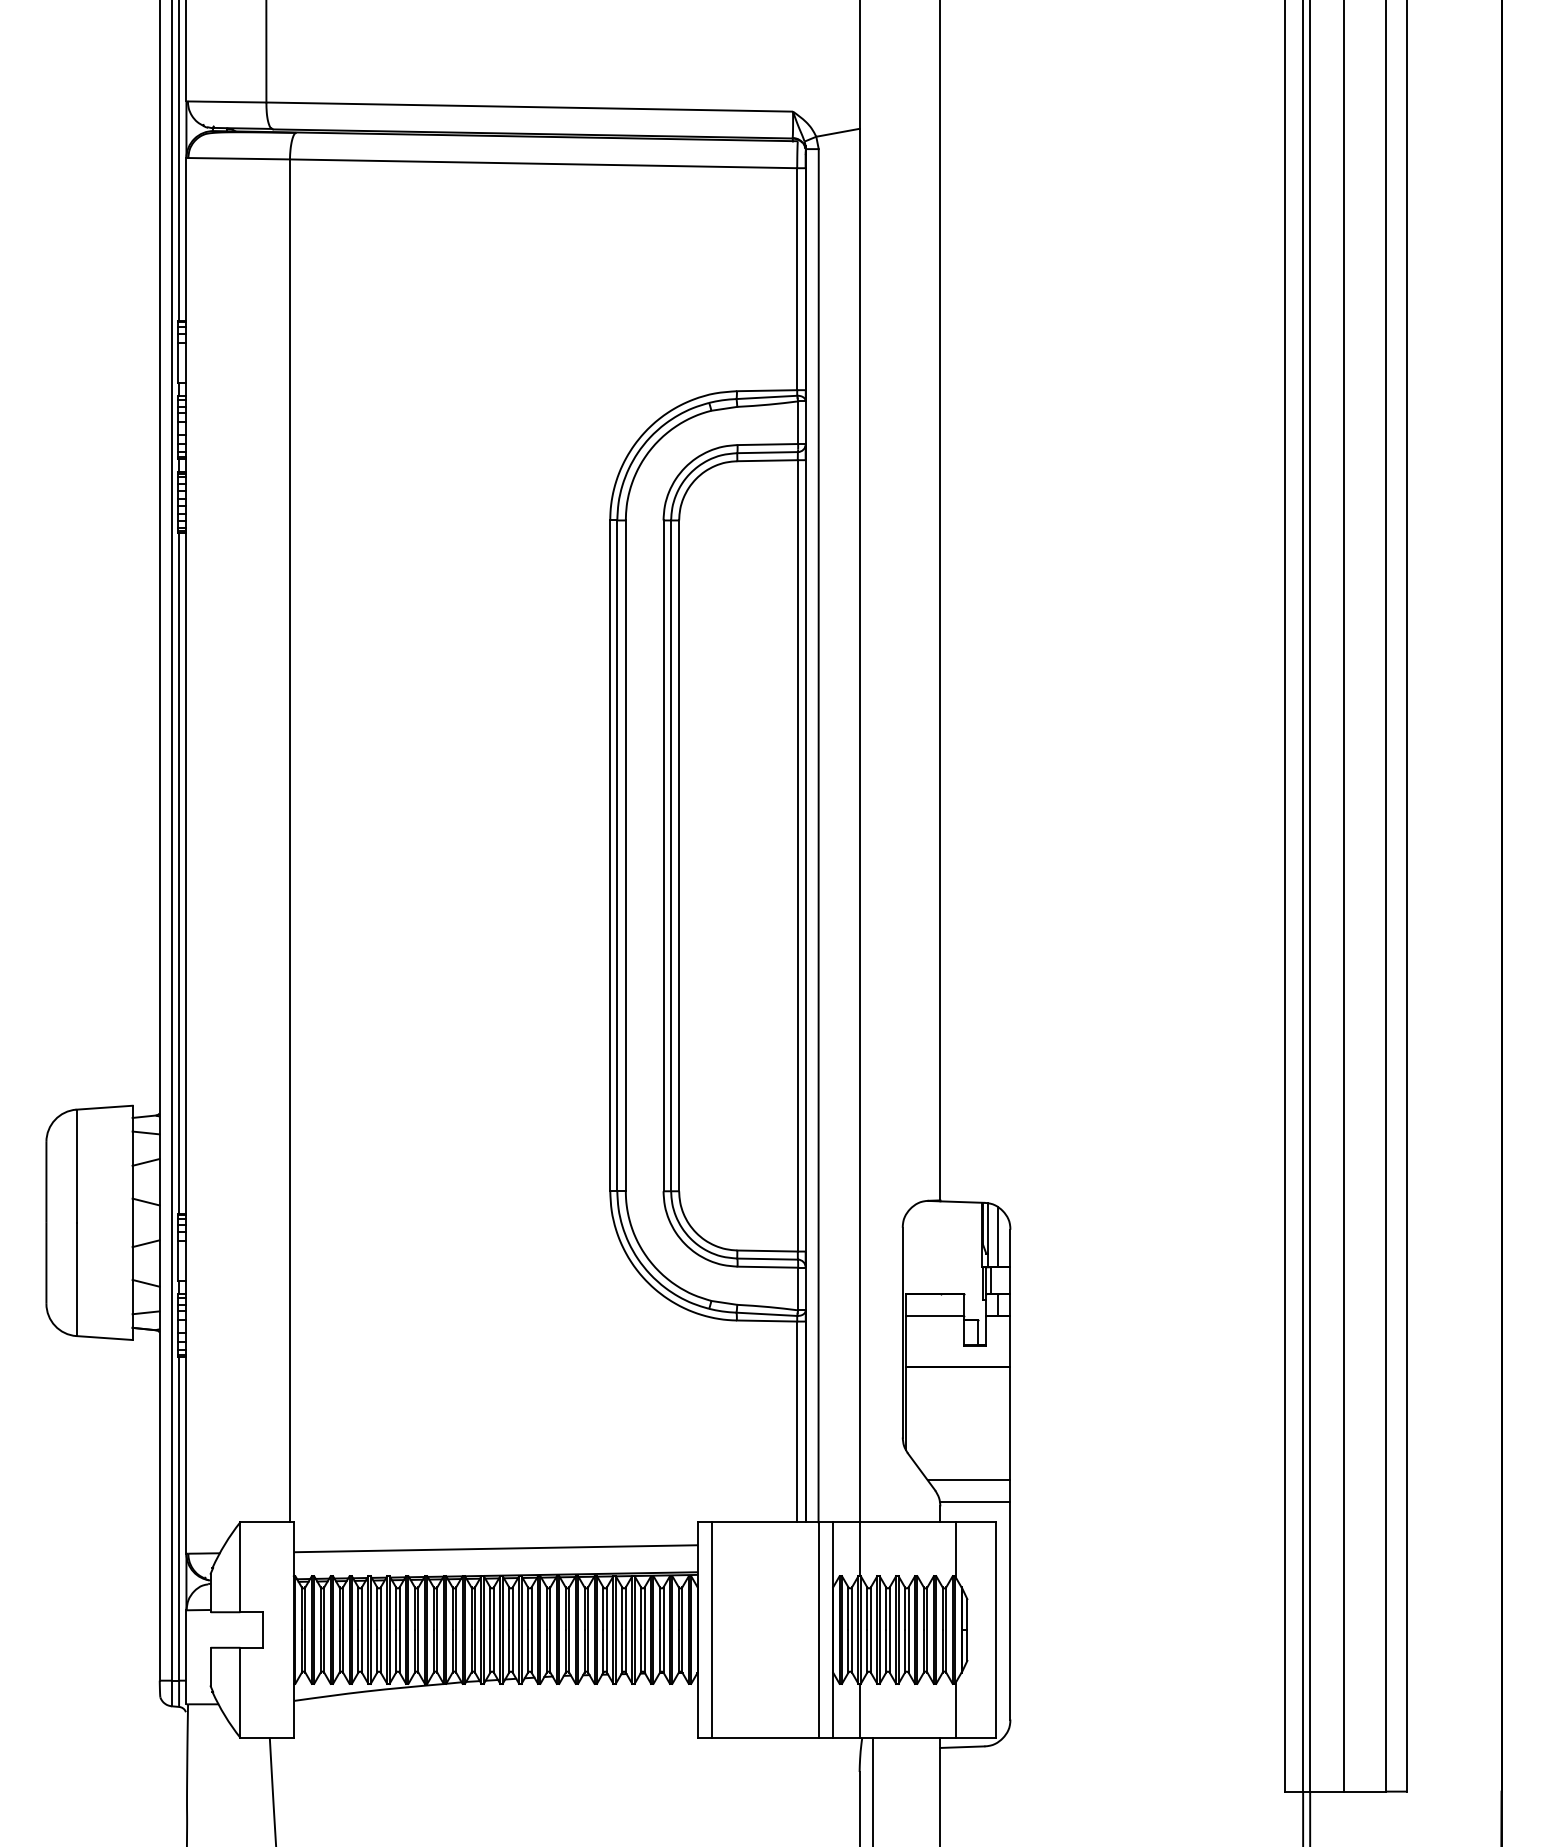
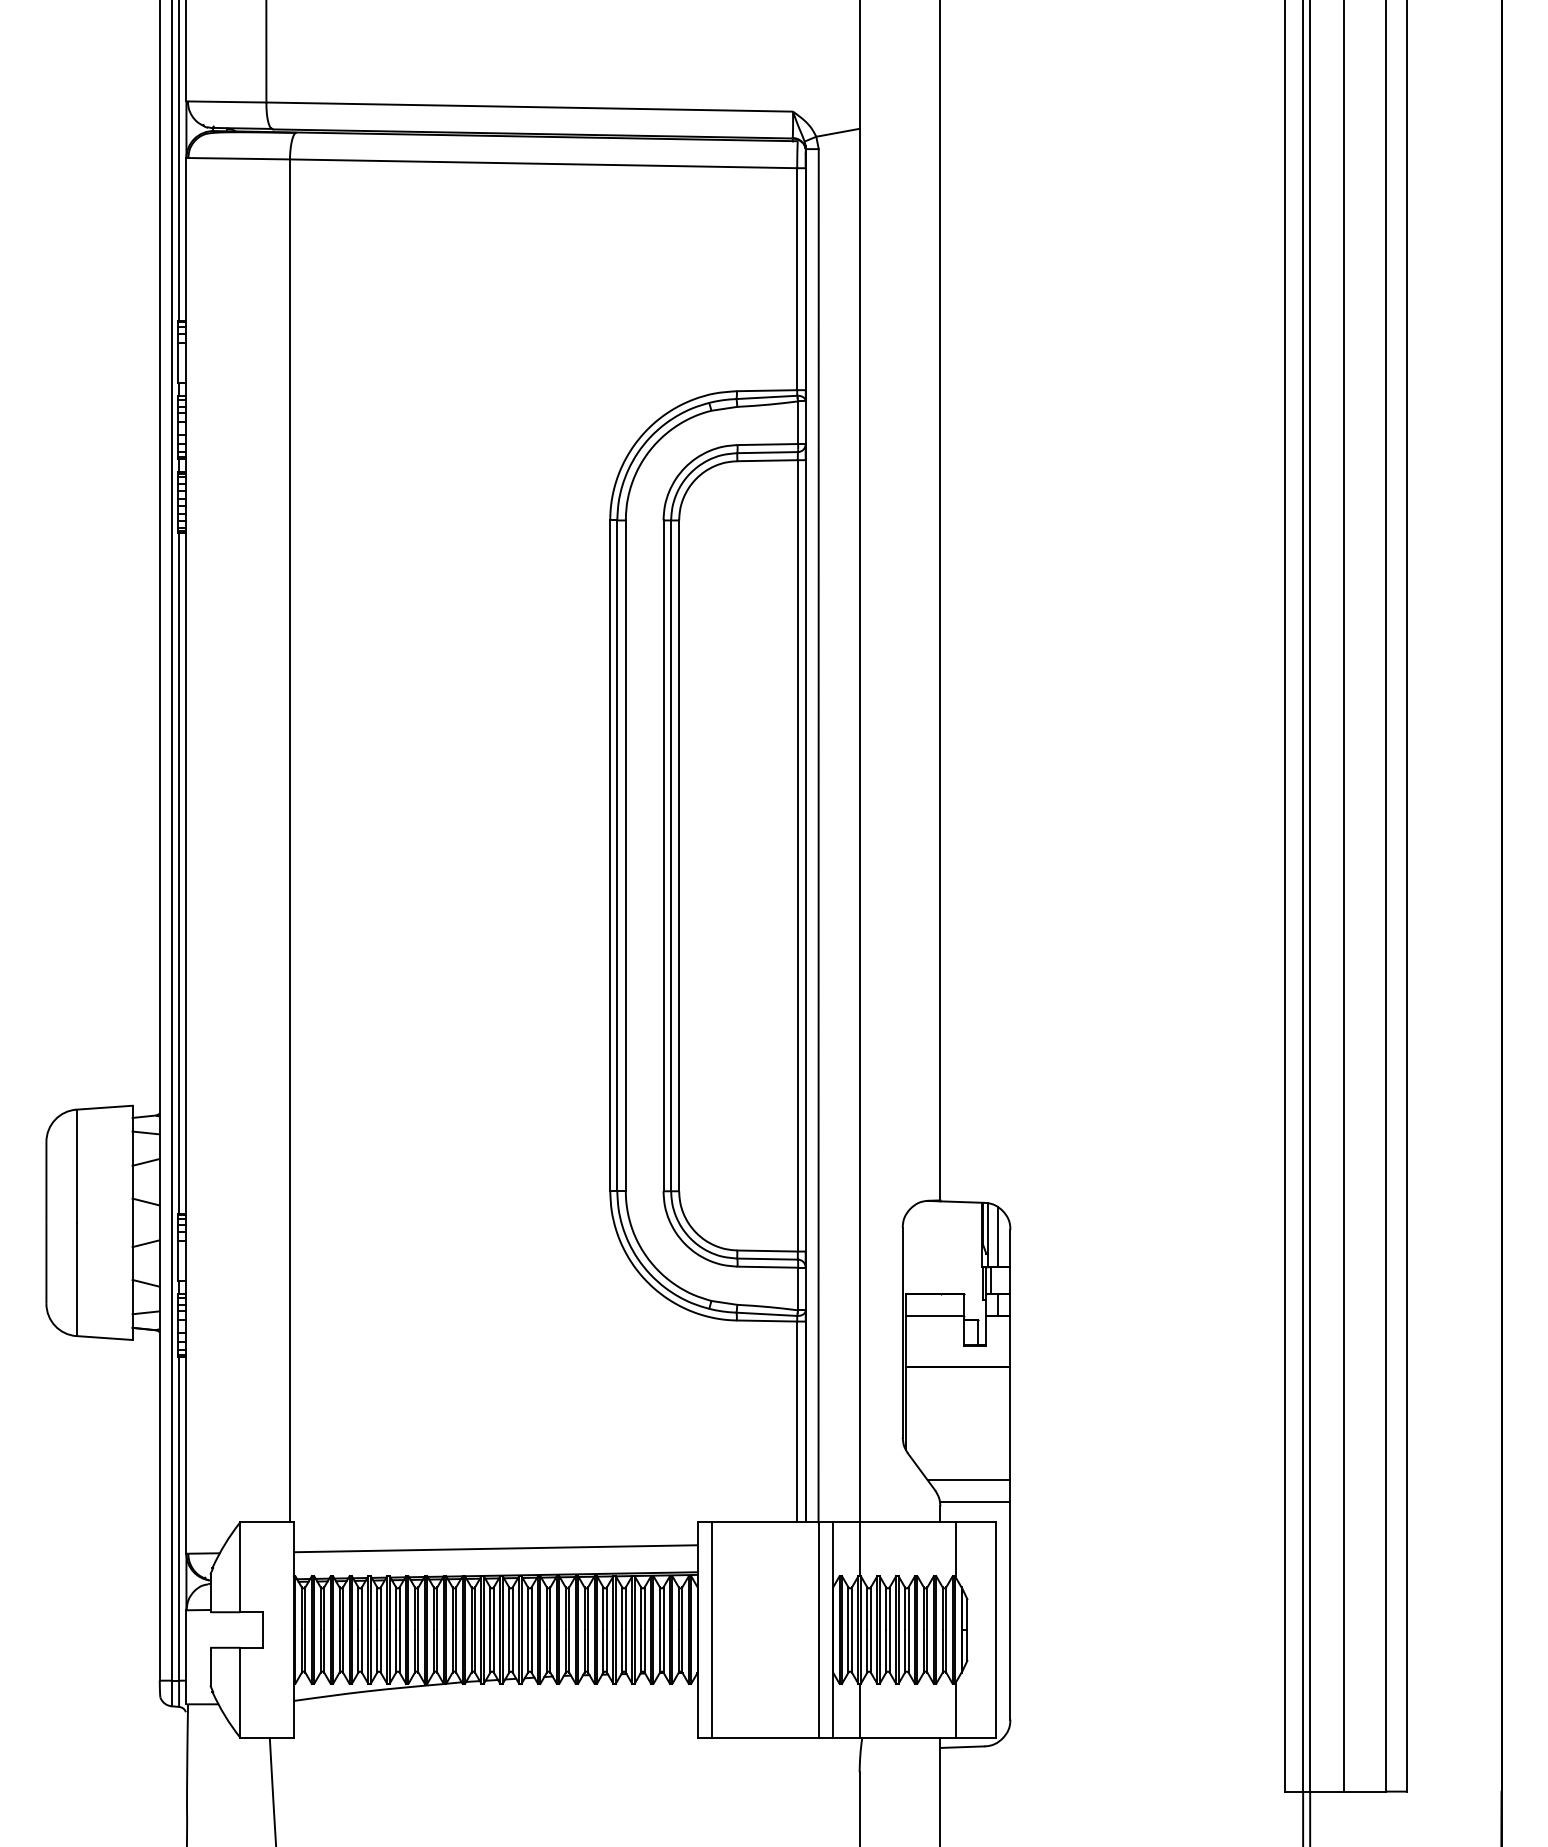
line at (872, 1790): present -> none
